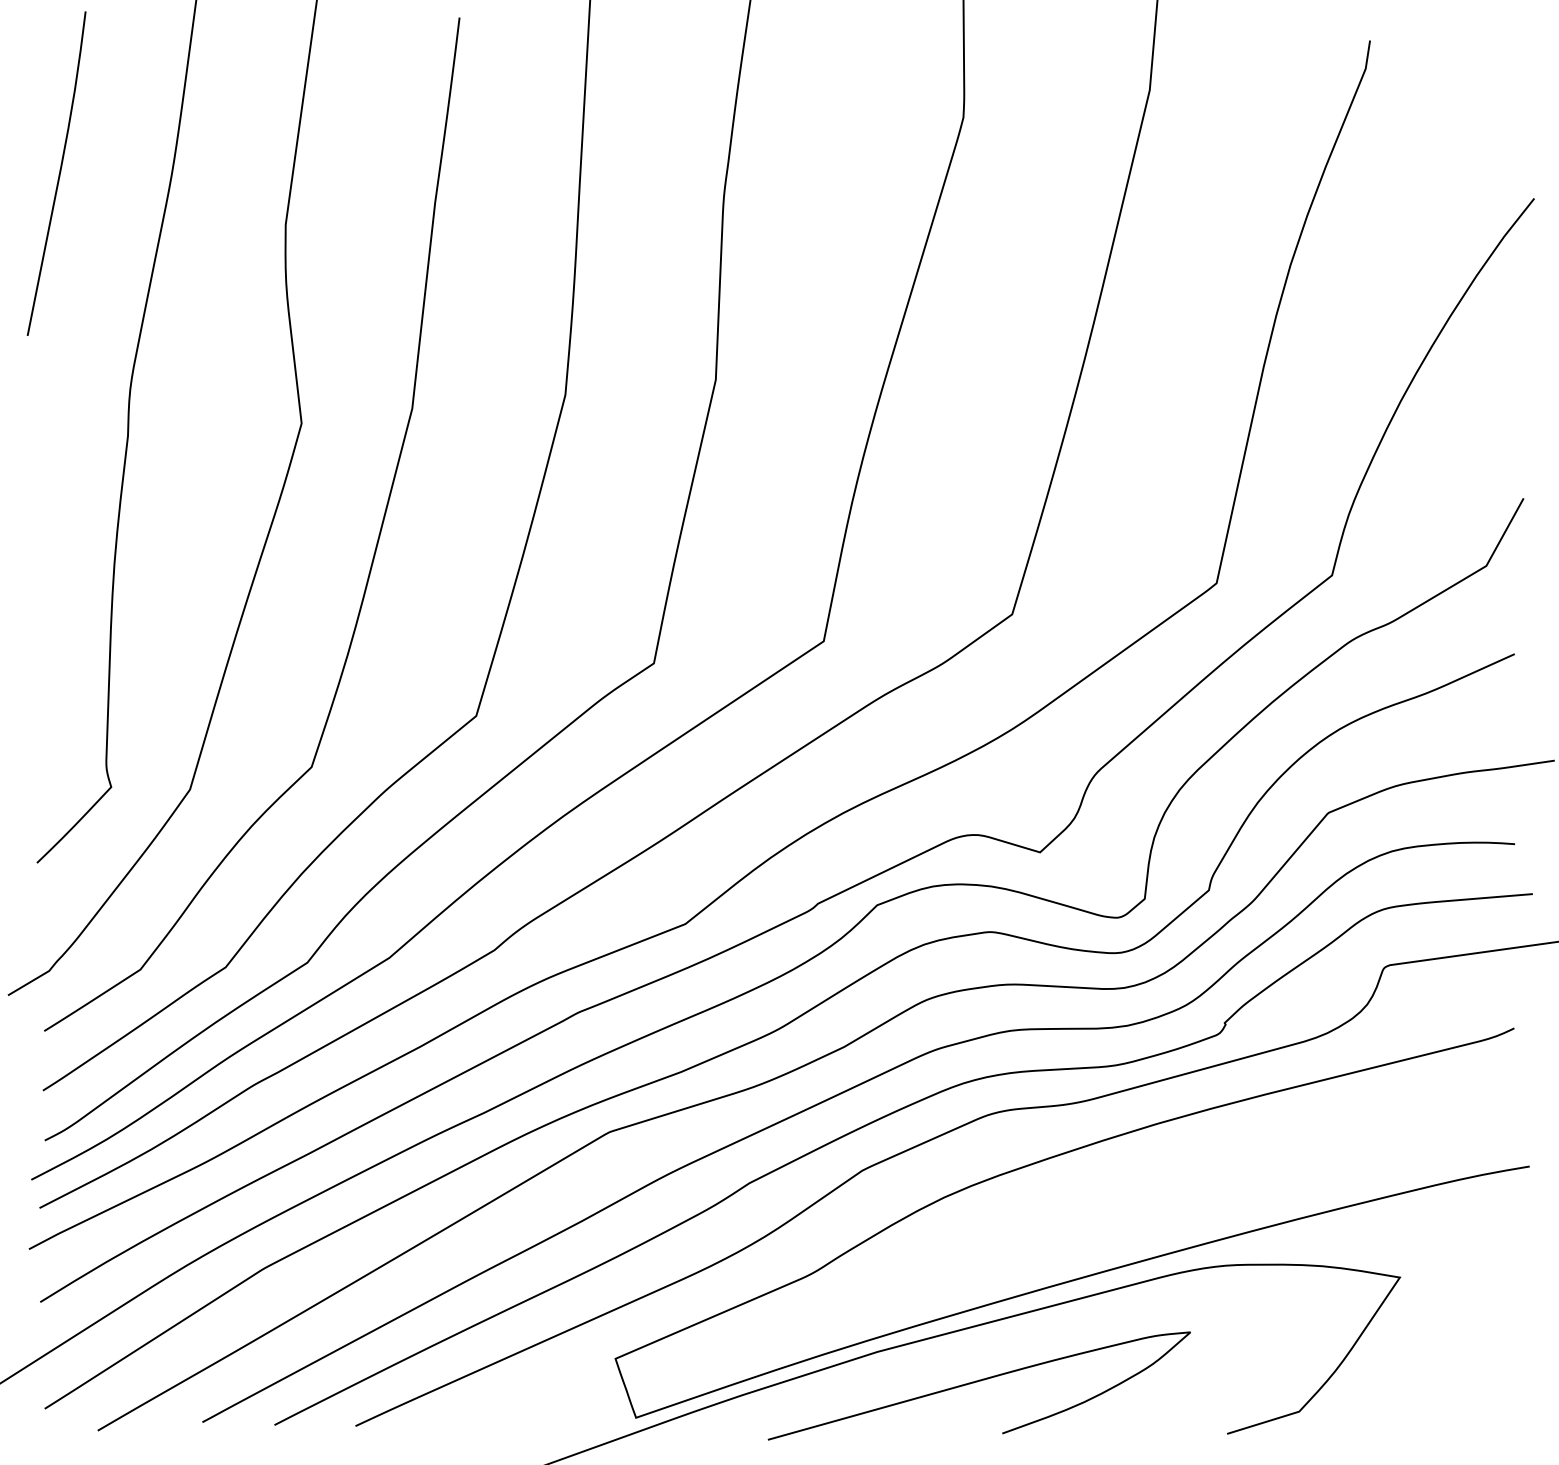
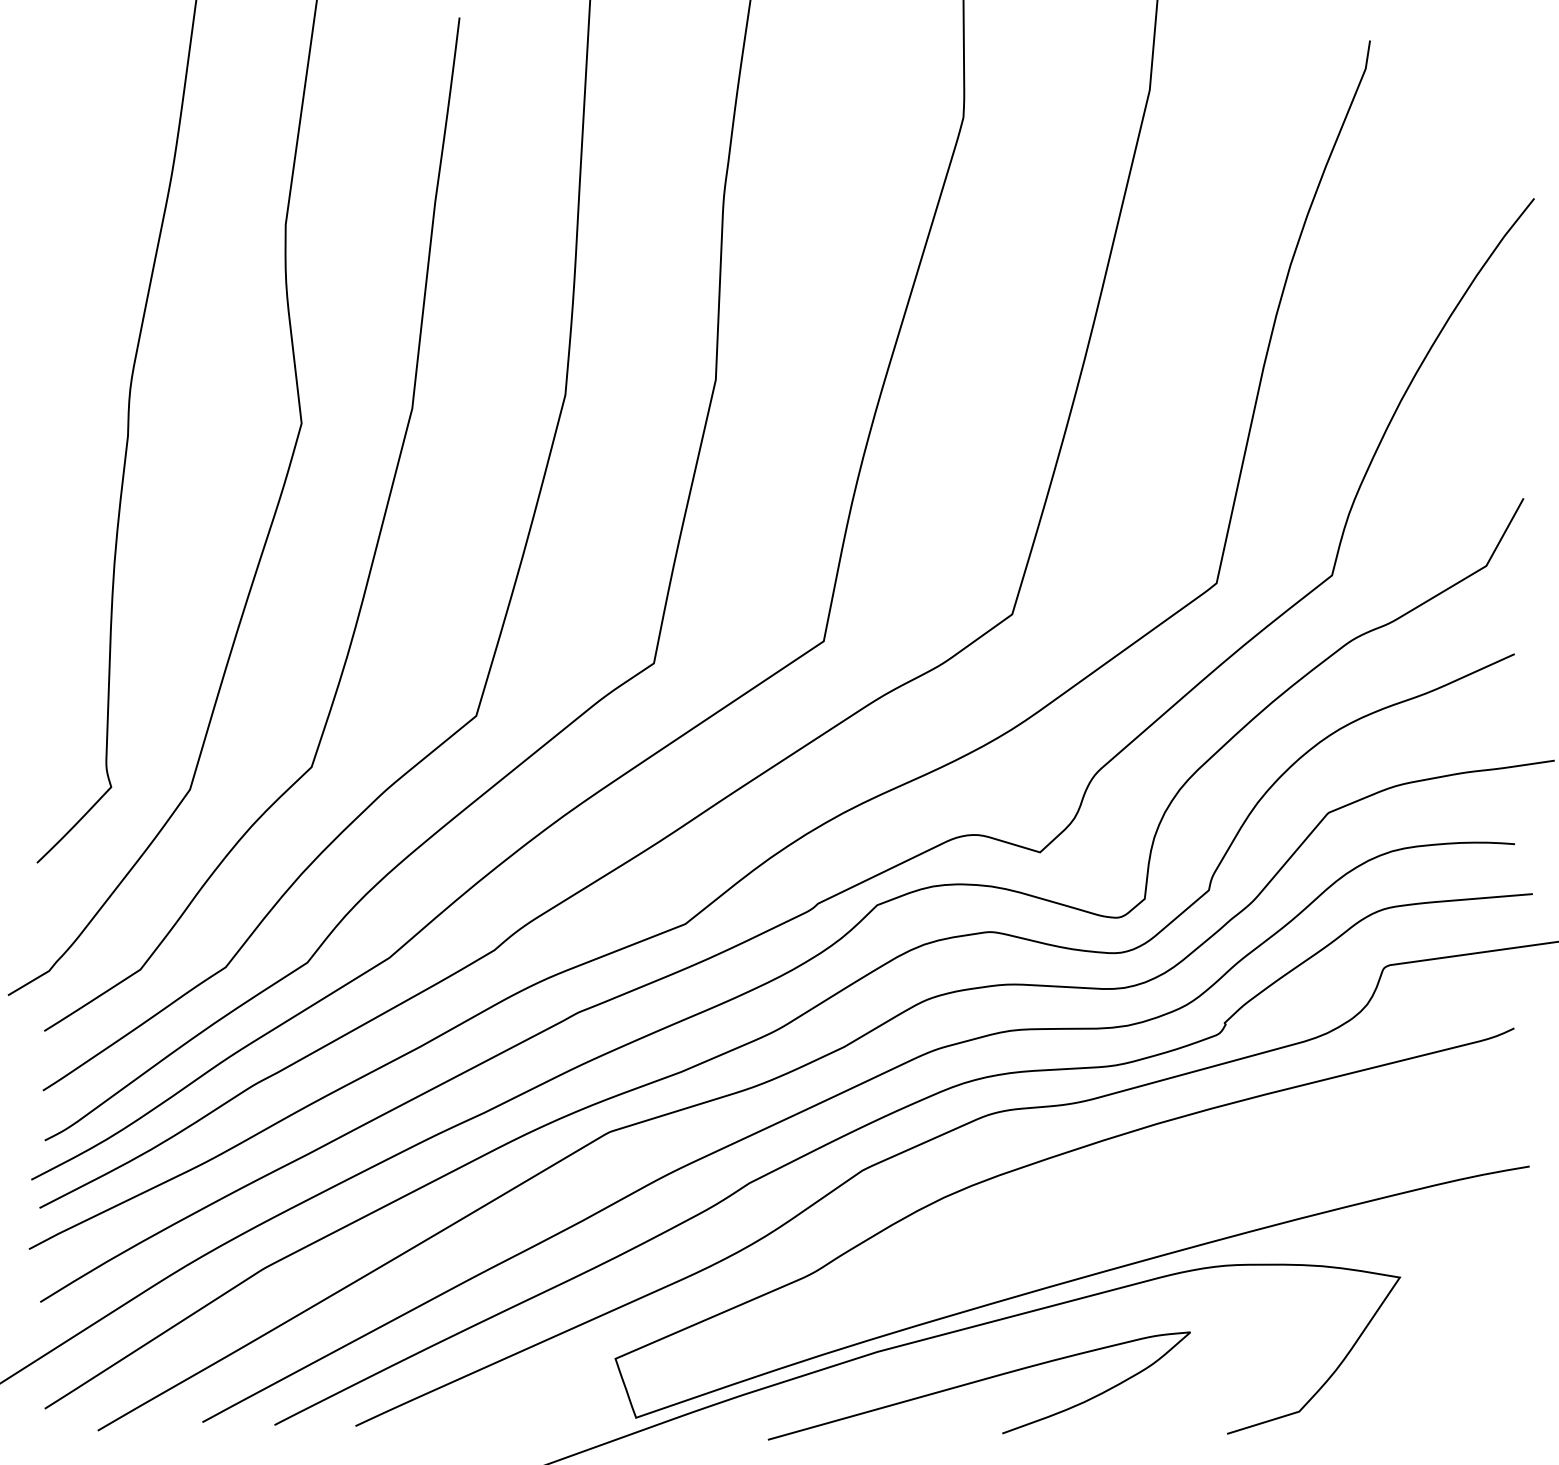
curve at (58, 174): present -> none
